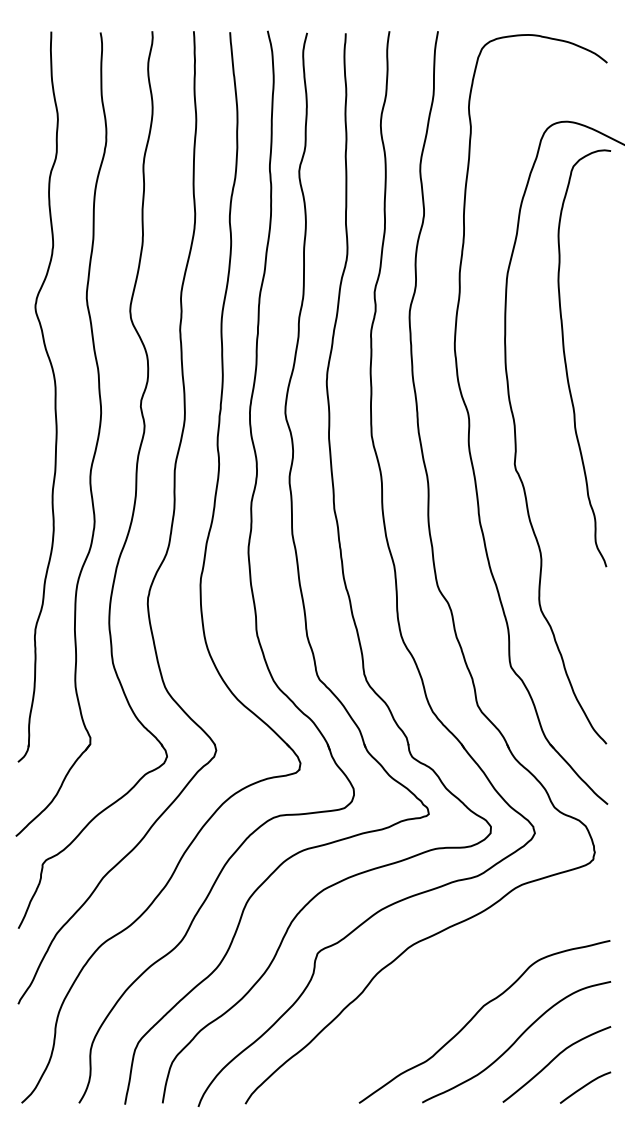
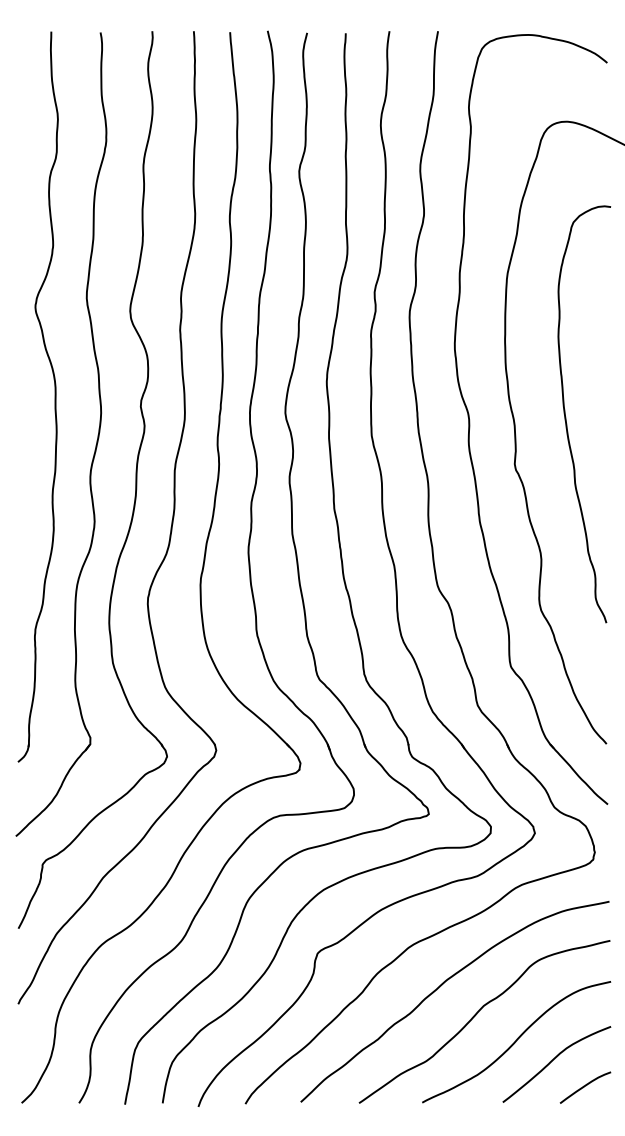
curve at (566, 361) position: (566, 361) -> (566, 417)
curve at (440, 987): none -> present
